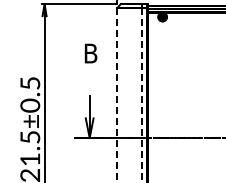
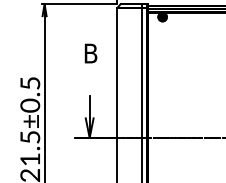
line at (142, 95): dashed -> solid
line at (117, 96): dashed -> solid
